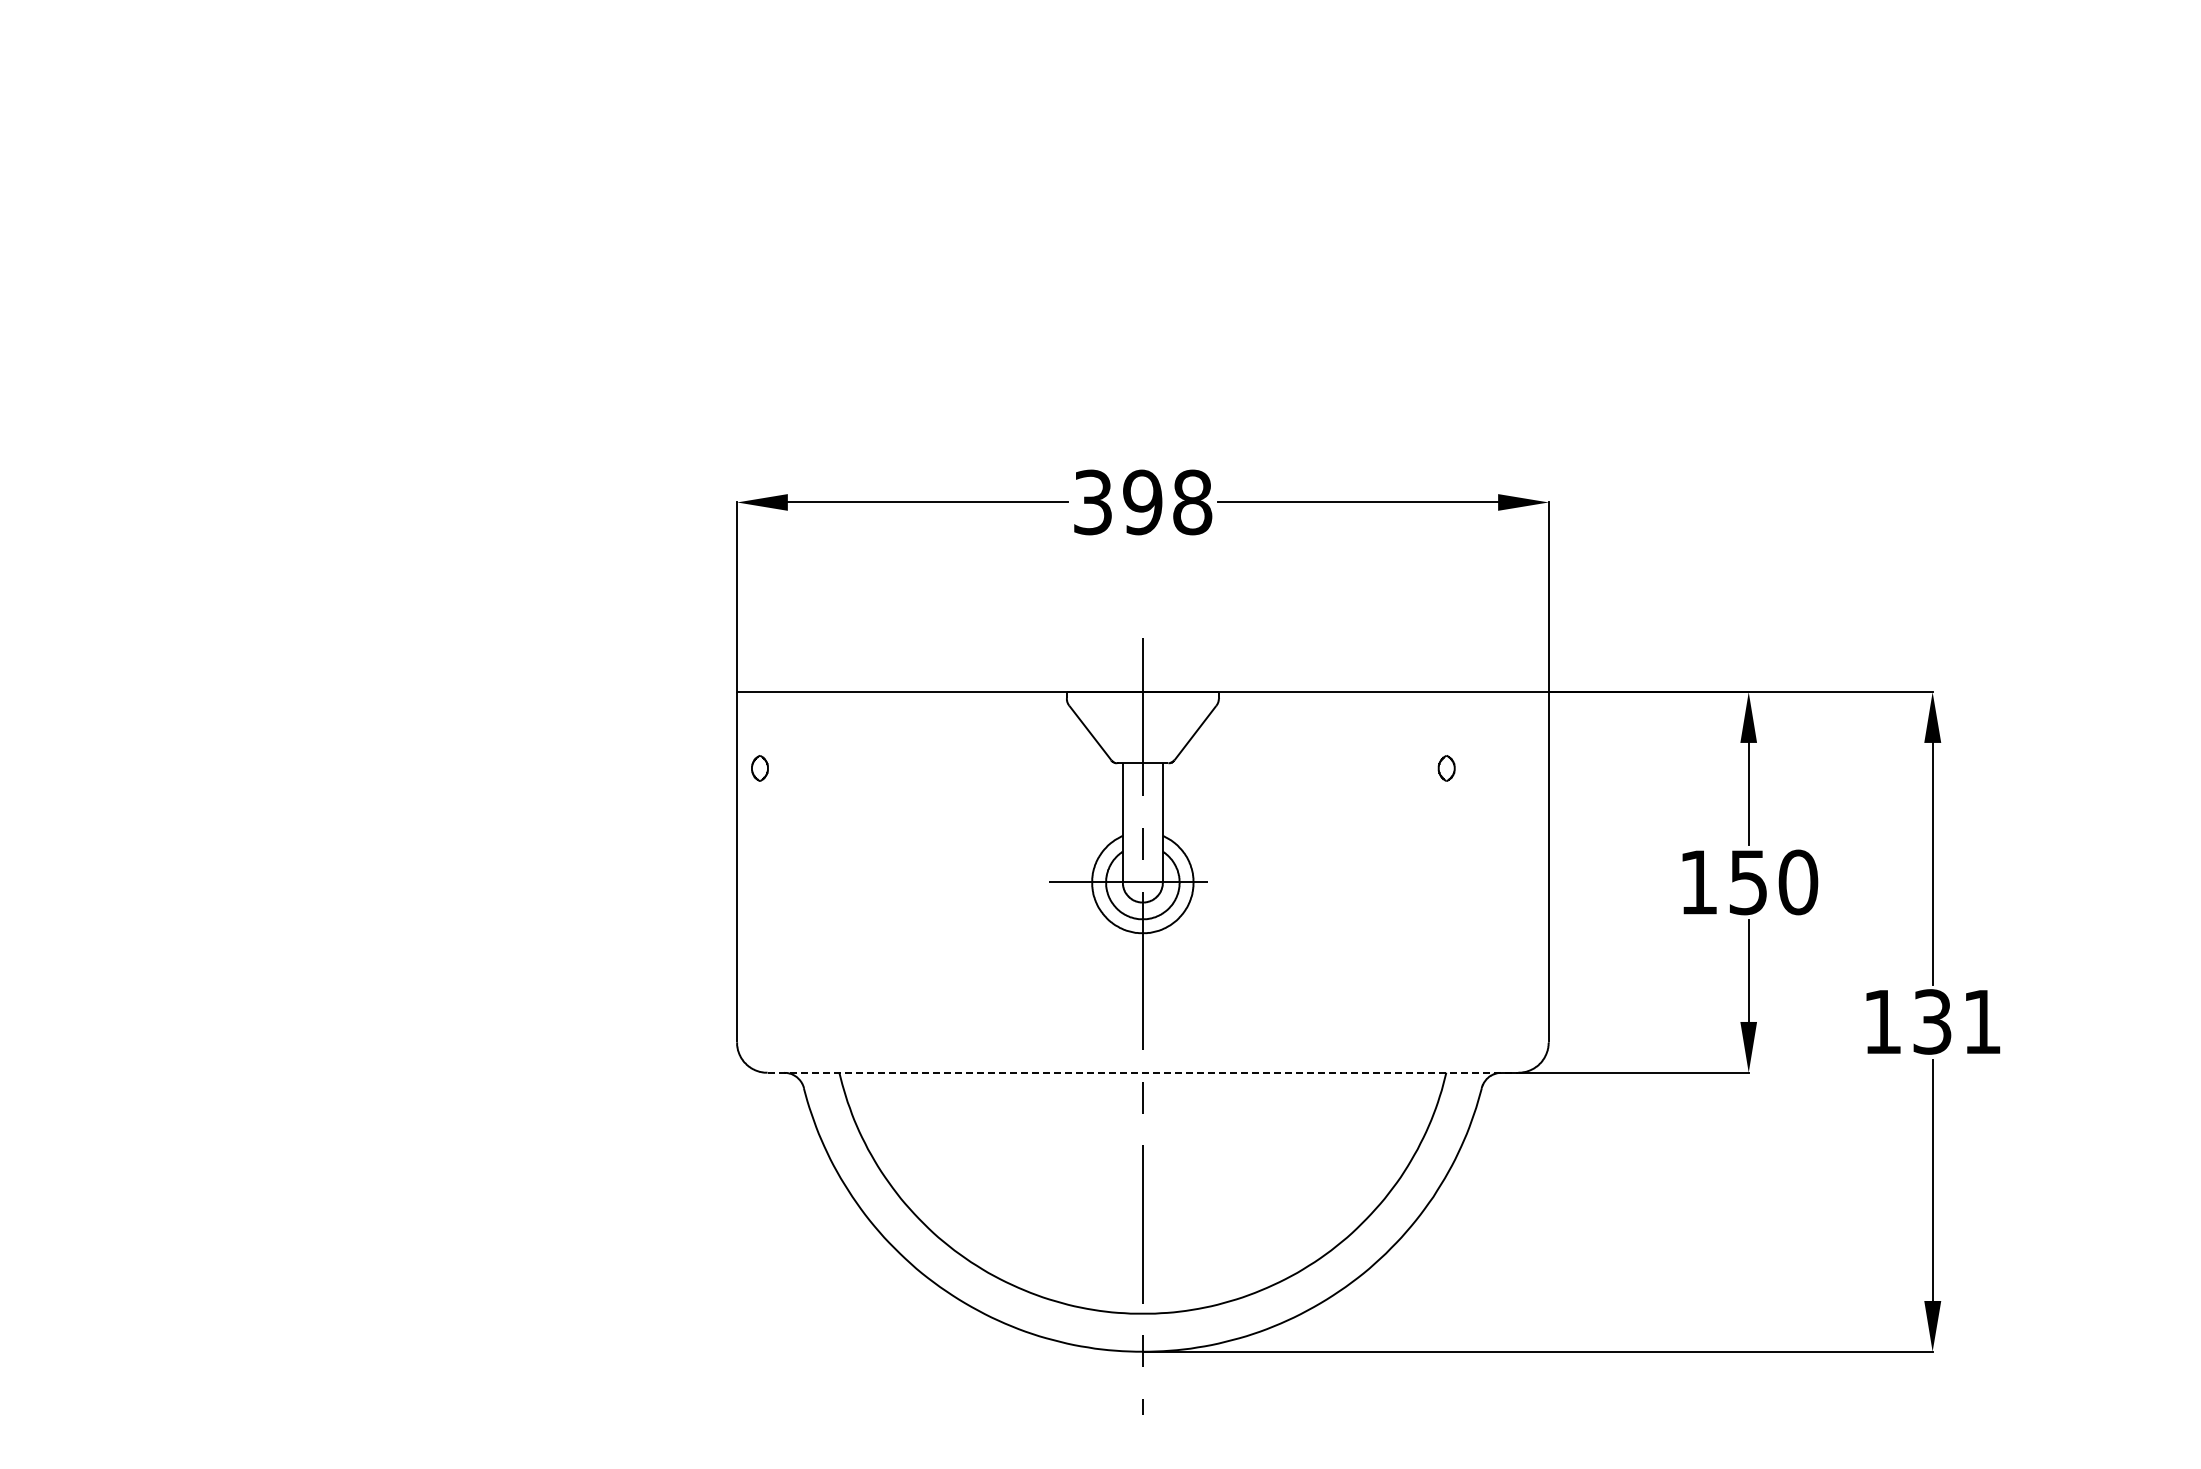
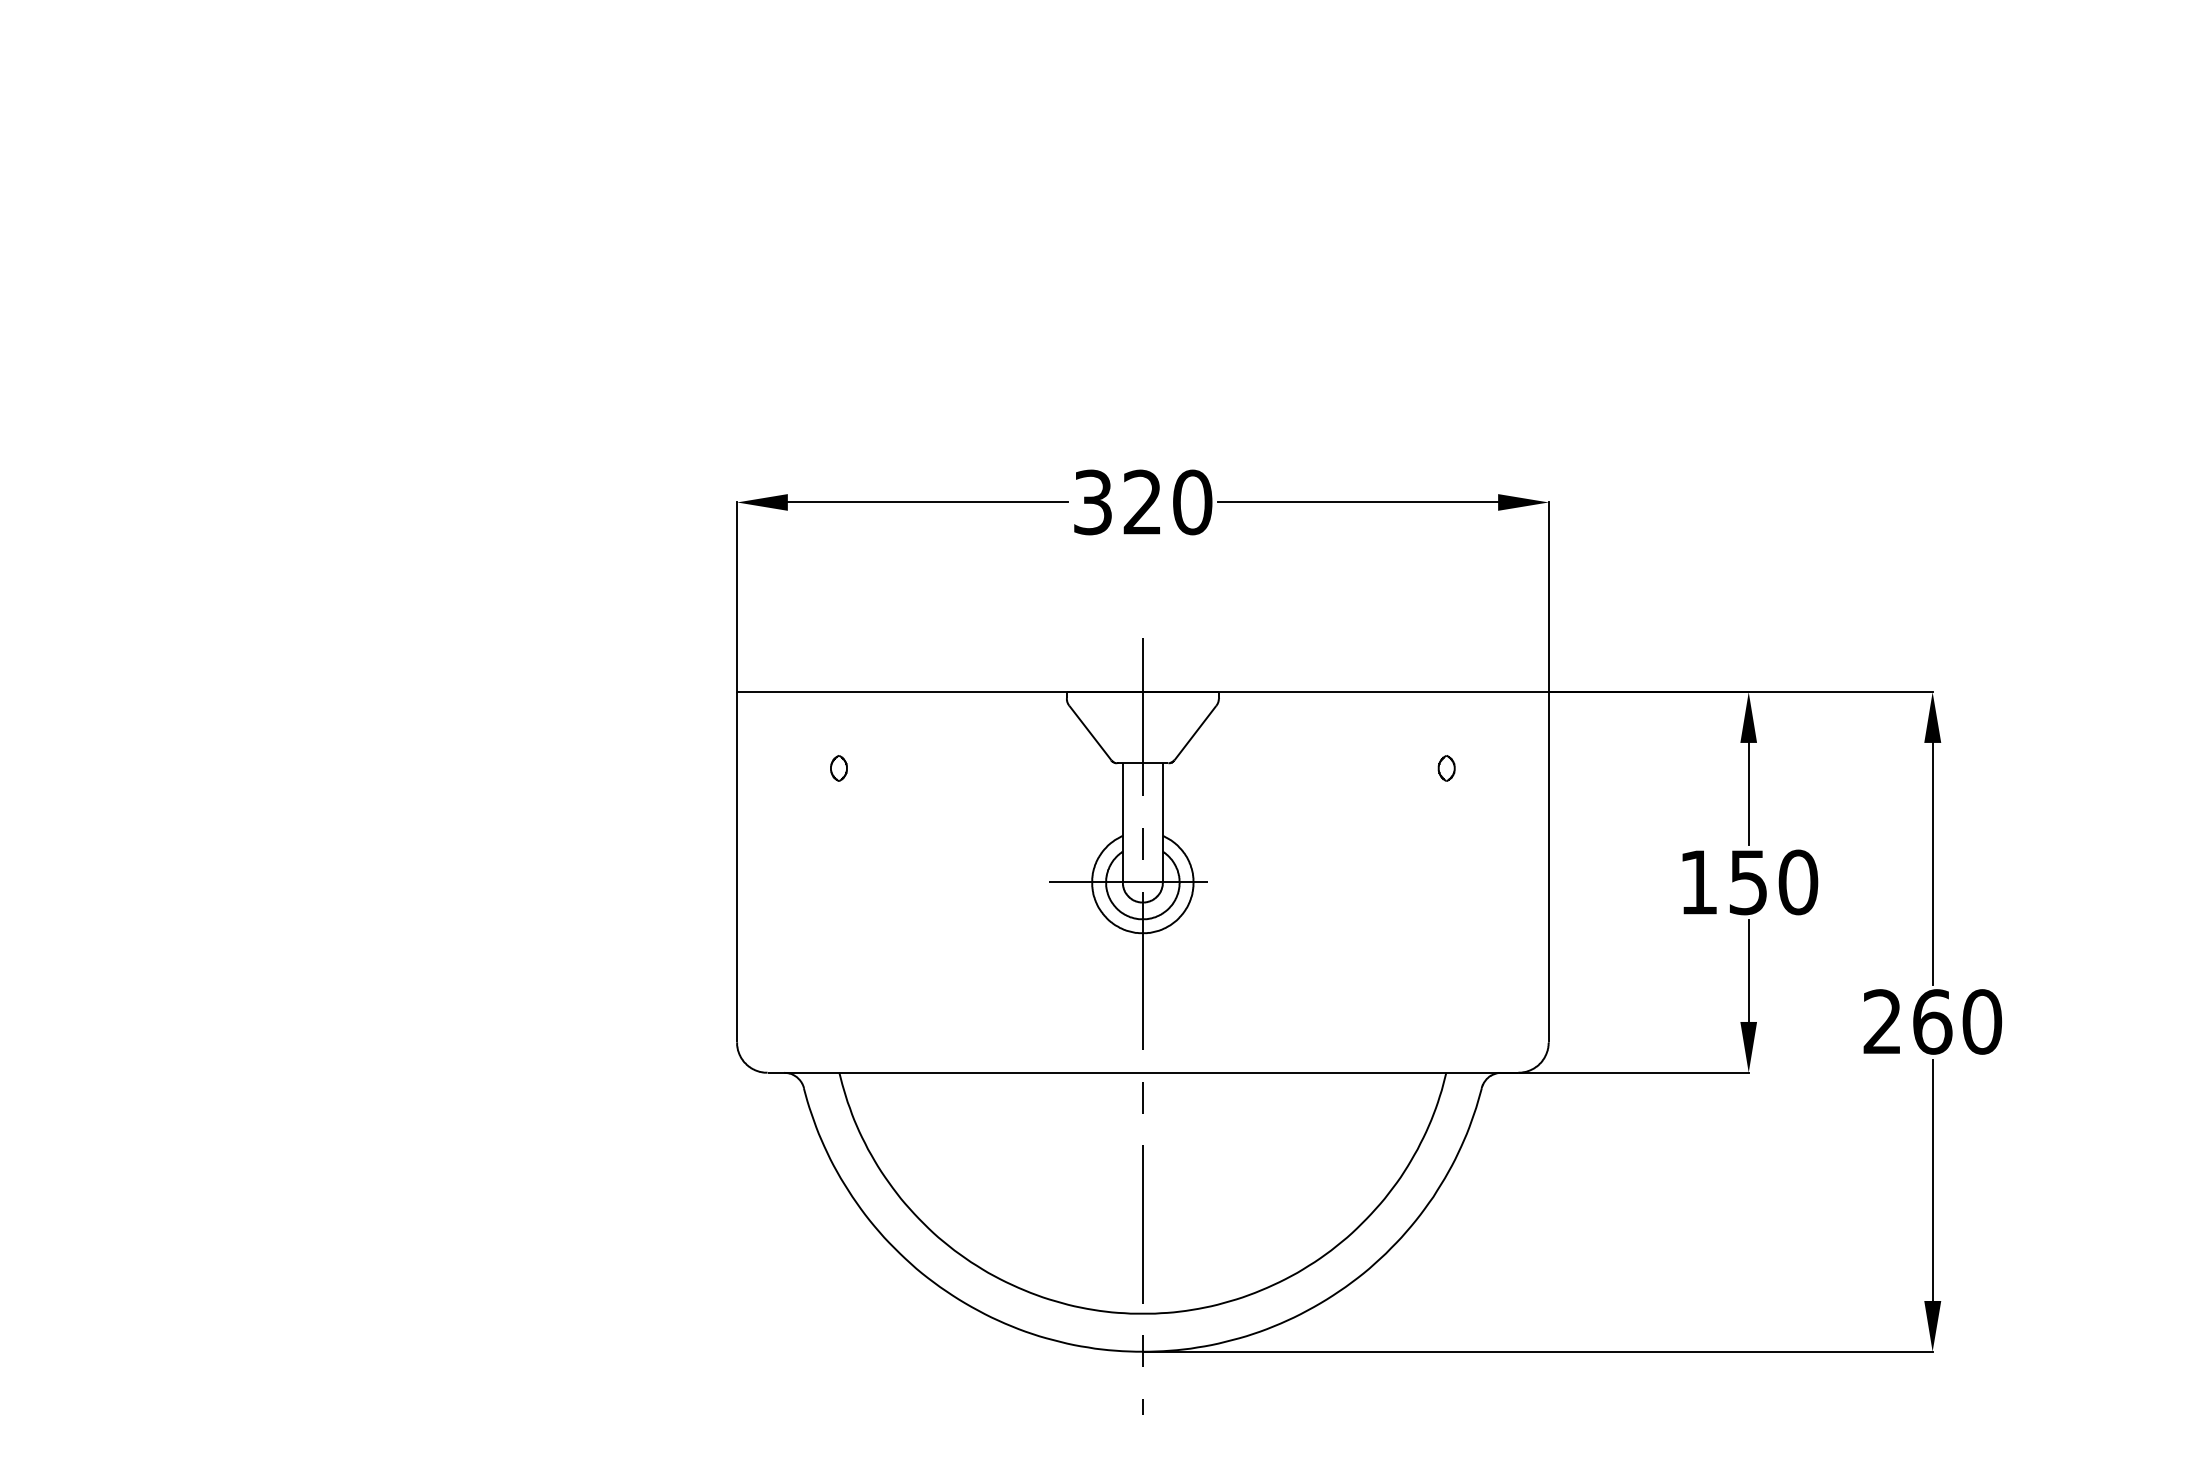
text at (1167, 502): 398 -> 320
part at (759, 768) position: (759, 768) -> (838, 768)
text at (1932, 1021): 131 -> 260
line at (1143, 1072): dashed -> solid
